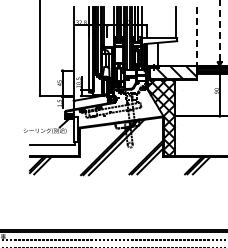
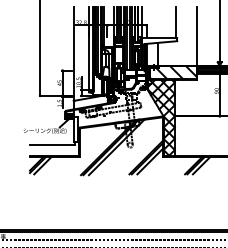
line at (219, 31): dashed -> solid
line at (197, 37): dashed -> solid
